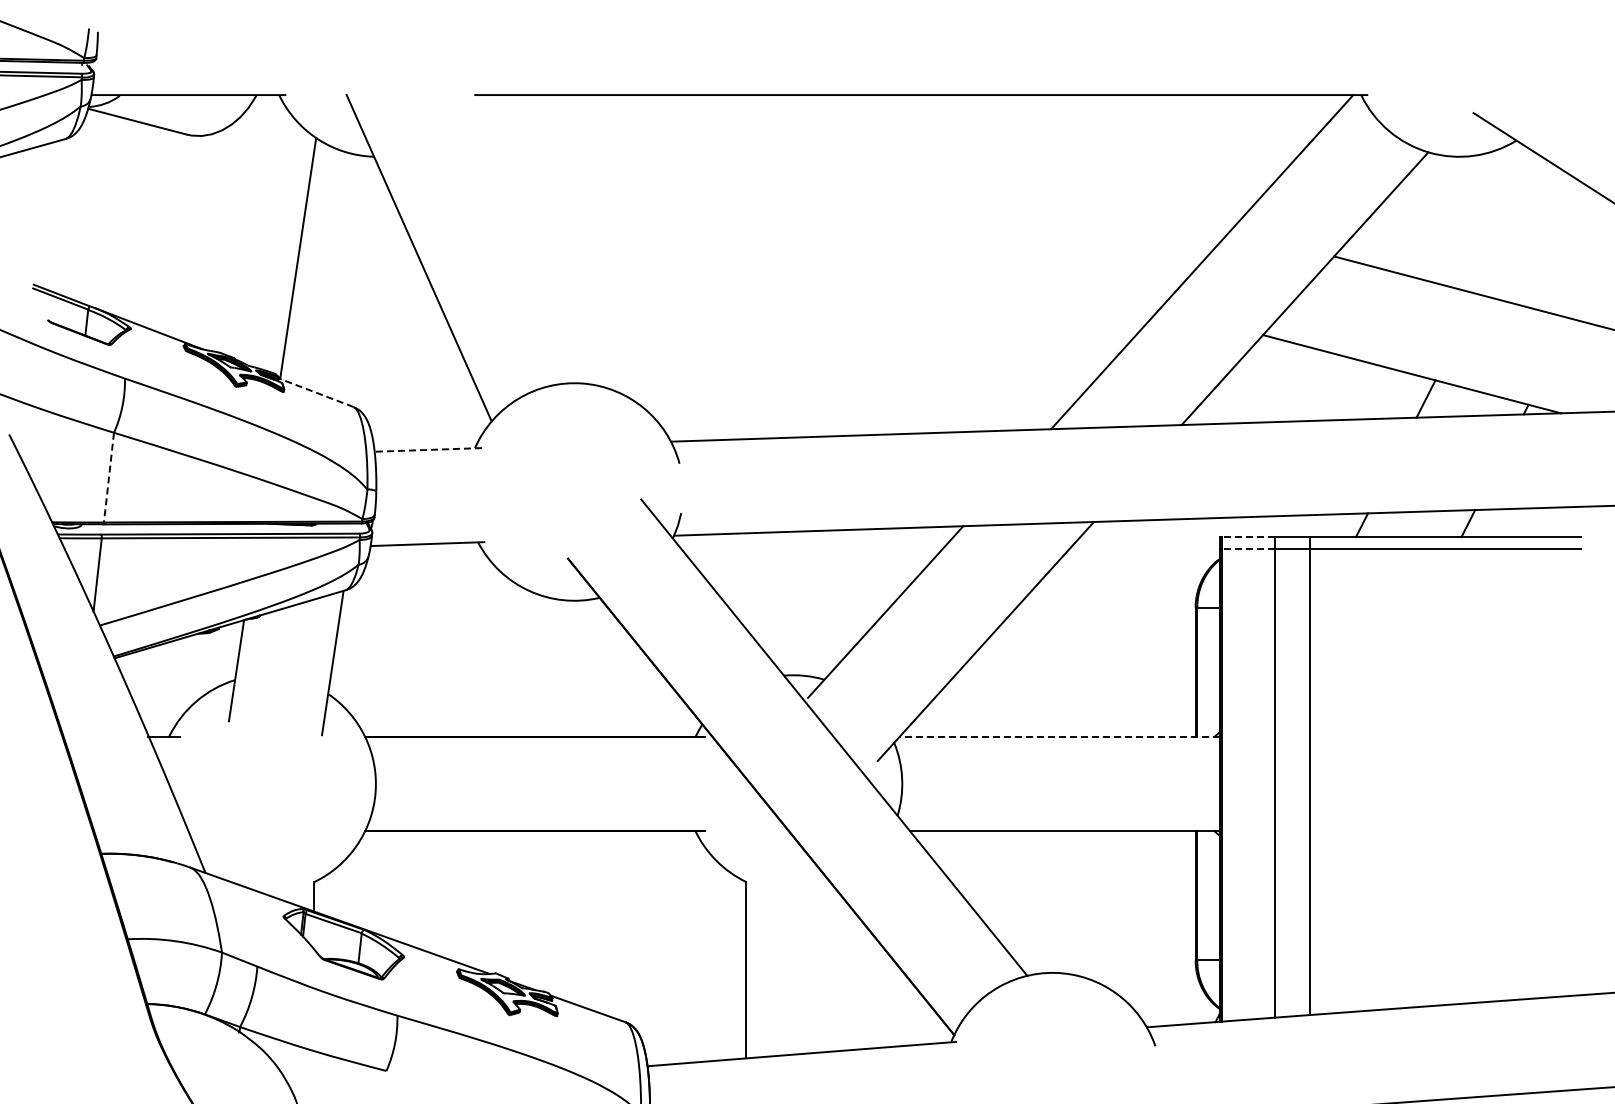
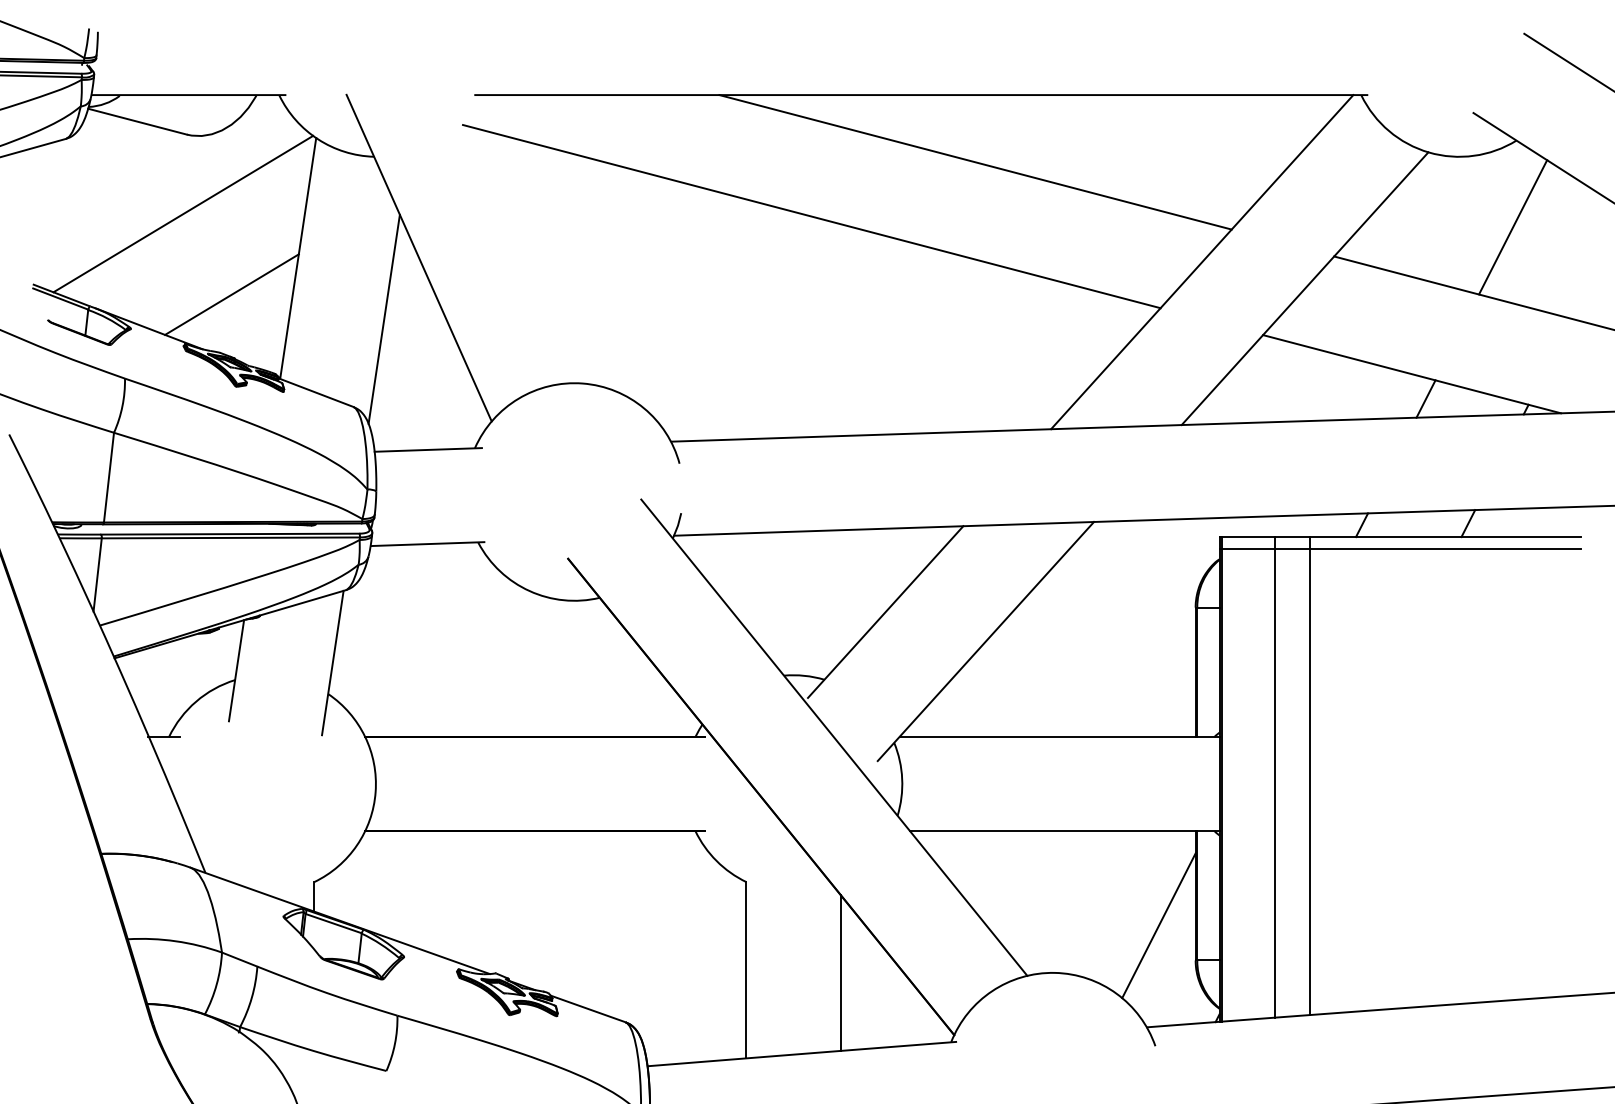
line at (1567, 61): none -> present
line at (975, 162): none -> present
line at (183, 213): none -> present
line at (811, 216): none -> present
line at (1513, 227): none -> present
line at (231, 294): none -> present
line at (383, 318): none -> present
line at (315, 392): dashed -> solid
line at (428, 449): dashed -> solid
line at (108, 478): dashed -> solid
line at (1247, 537): dashed -> solid
line at (1247, 548): dashed -> solid
line at (1059, 737): dashed -> solid
line at (1158, 925): none -> present
line at (840, 972): none -> present
